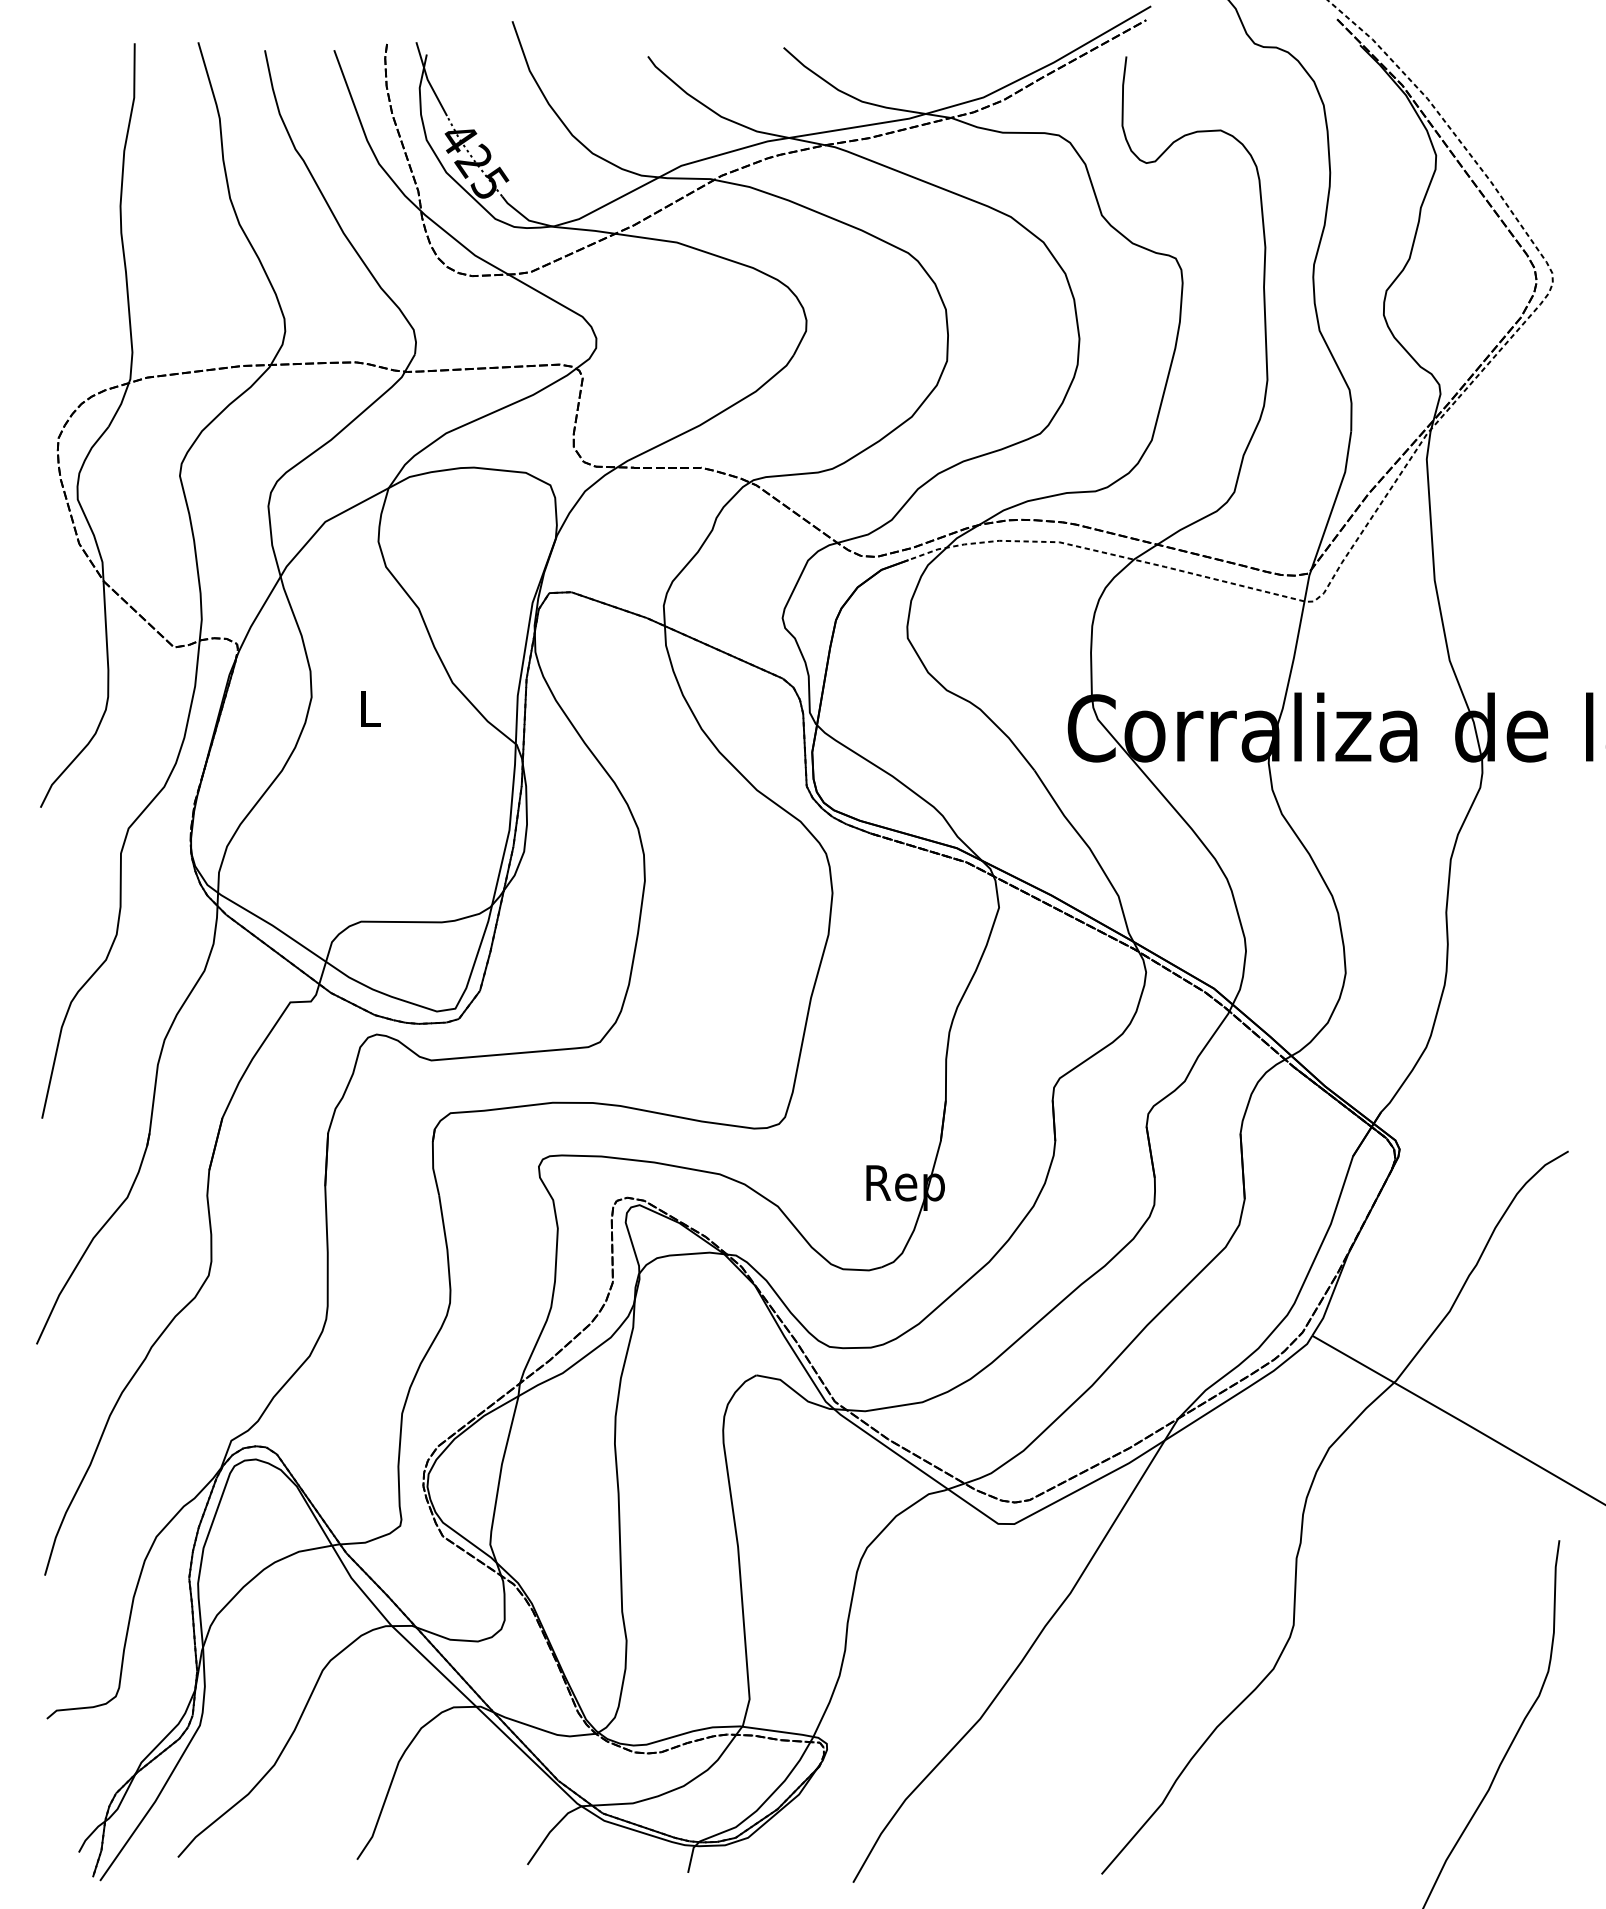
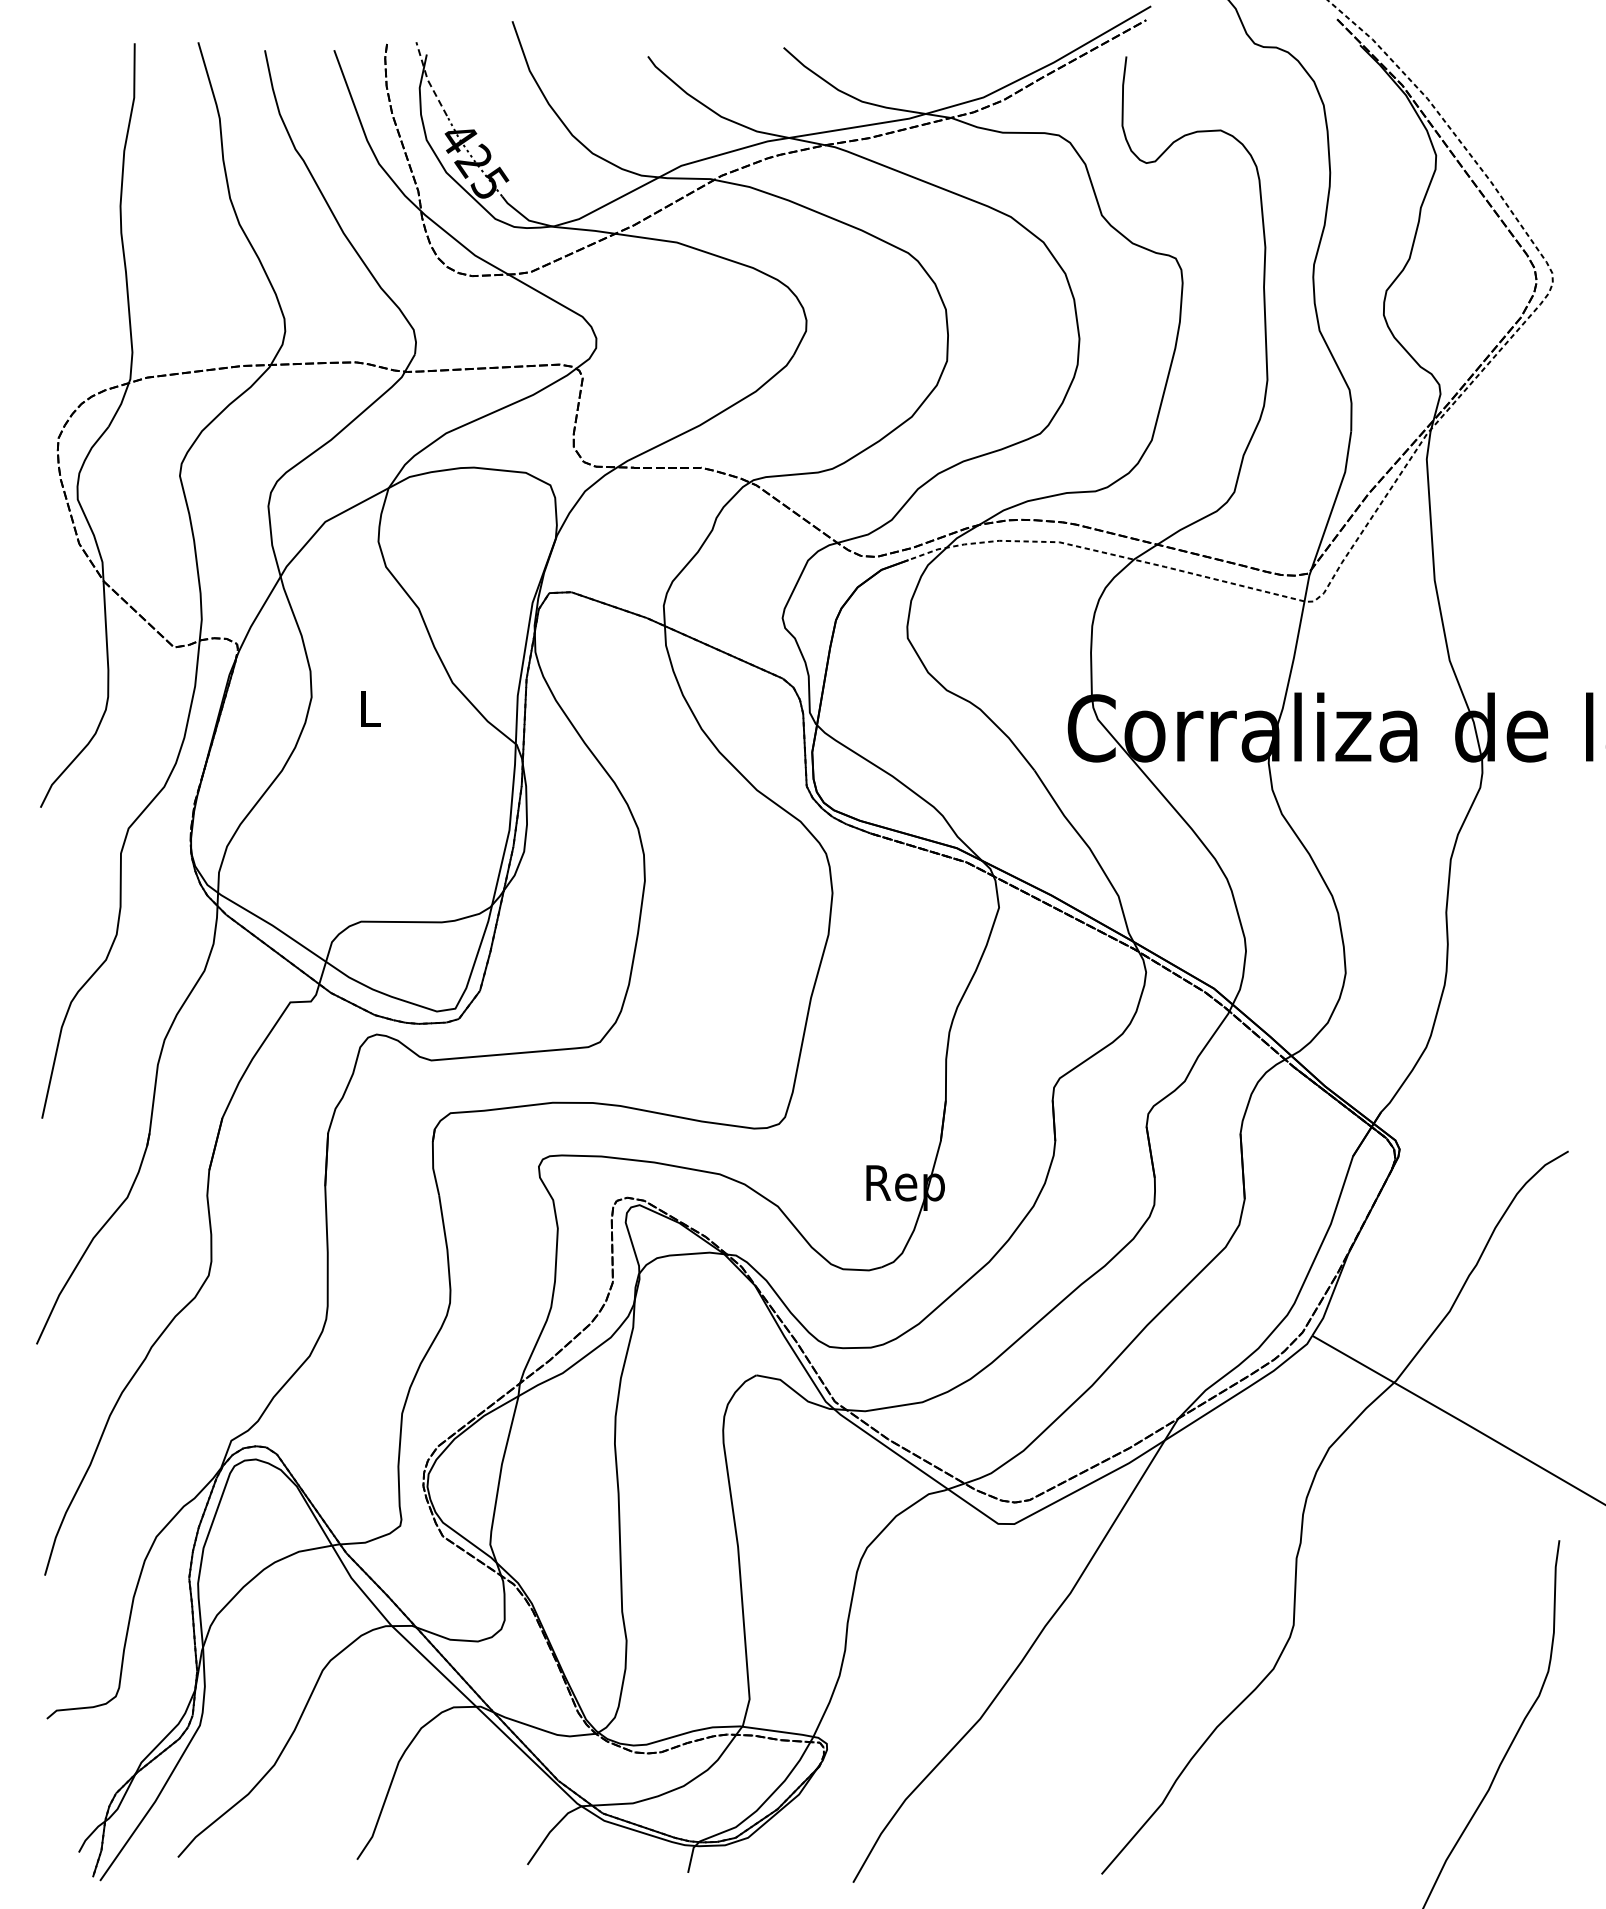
line at (427, 79): solid -> dashed
